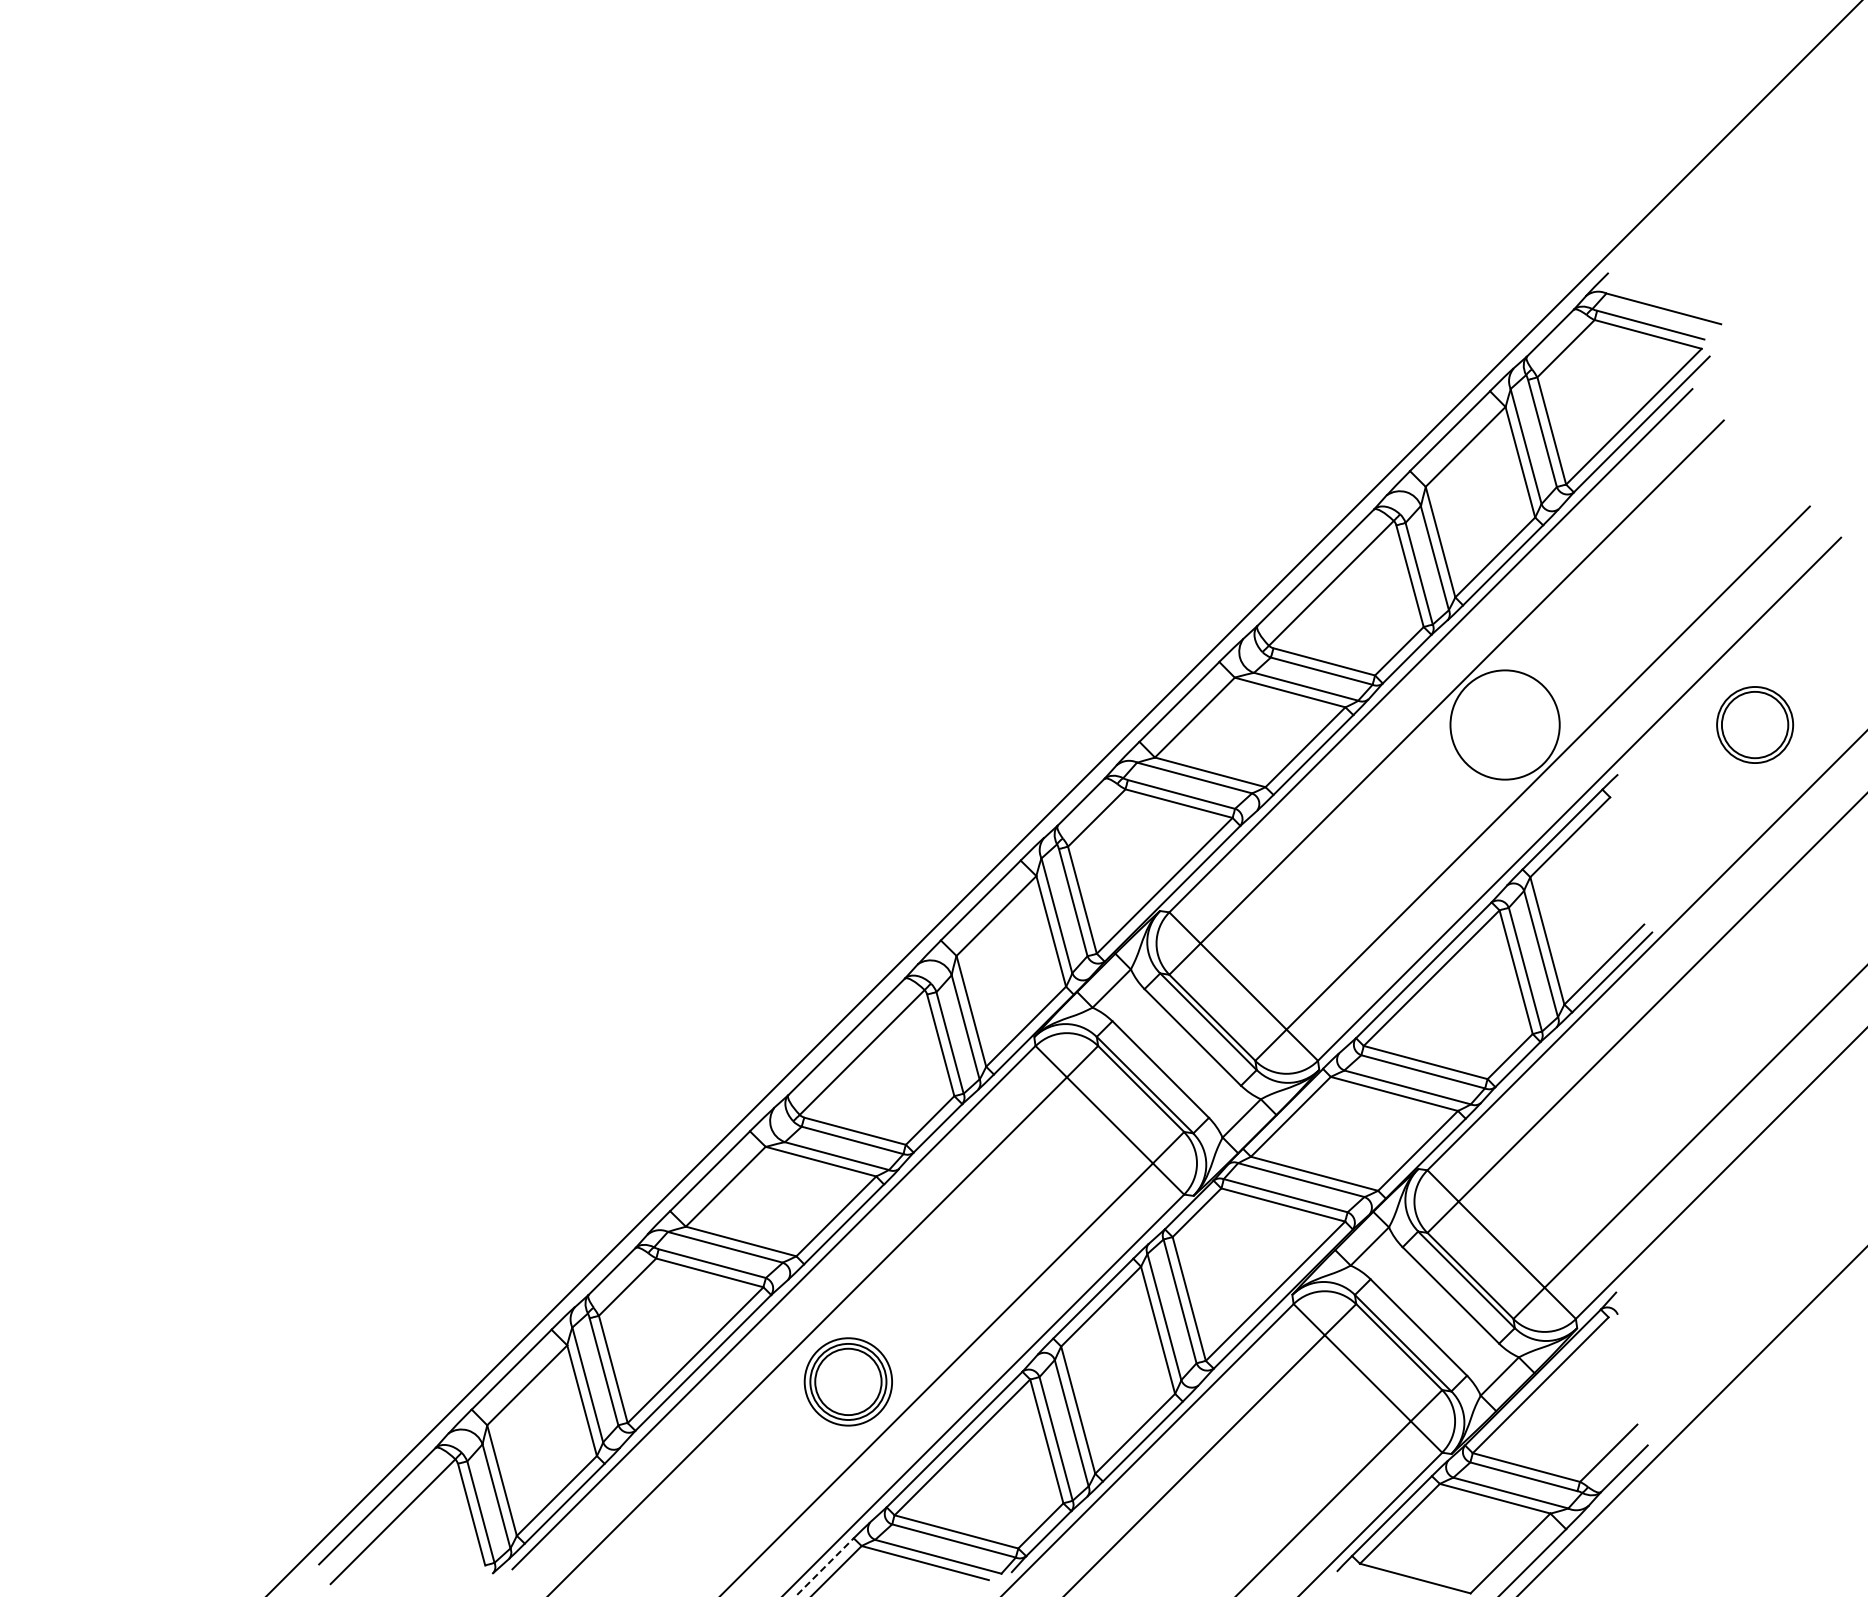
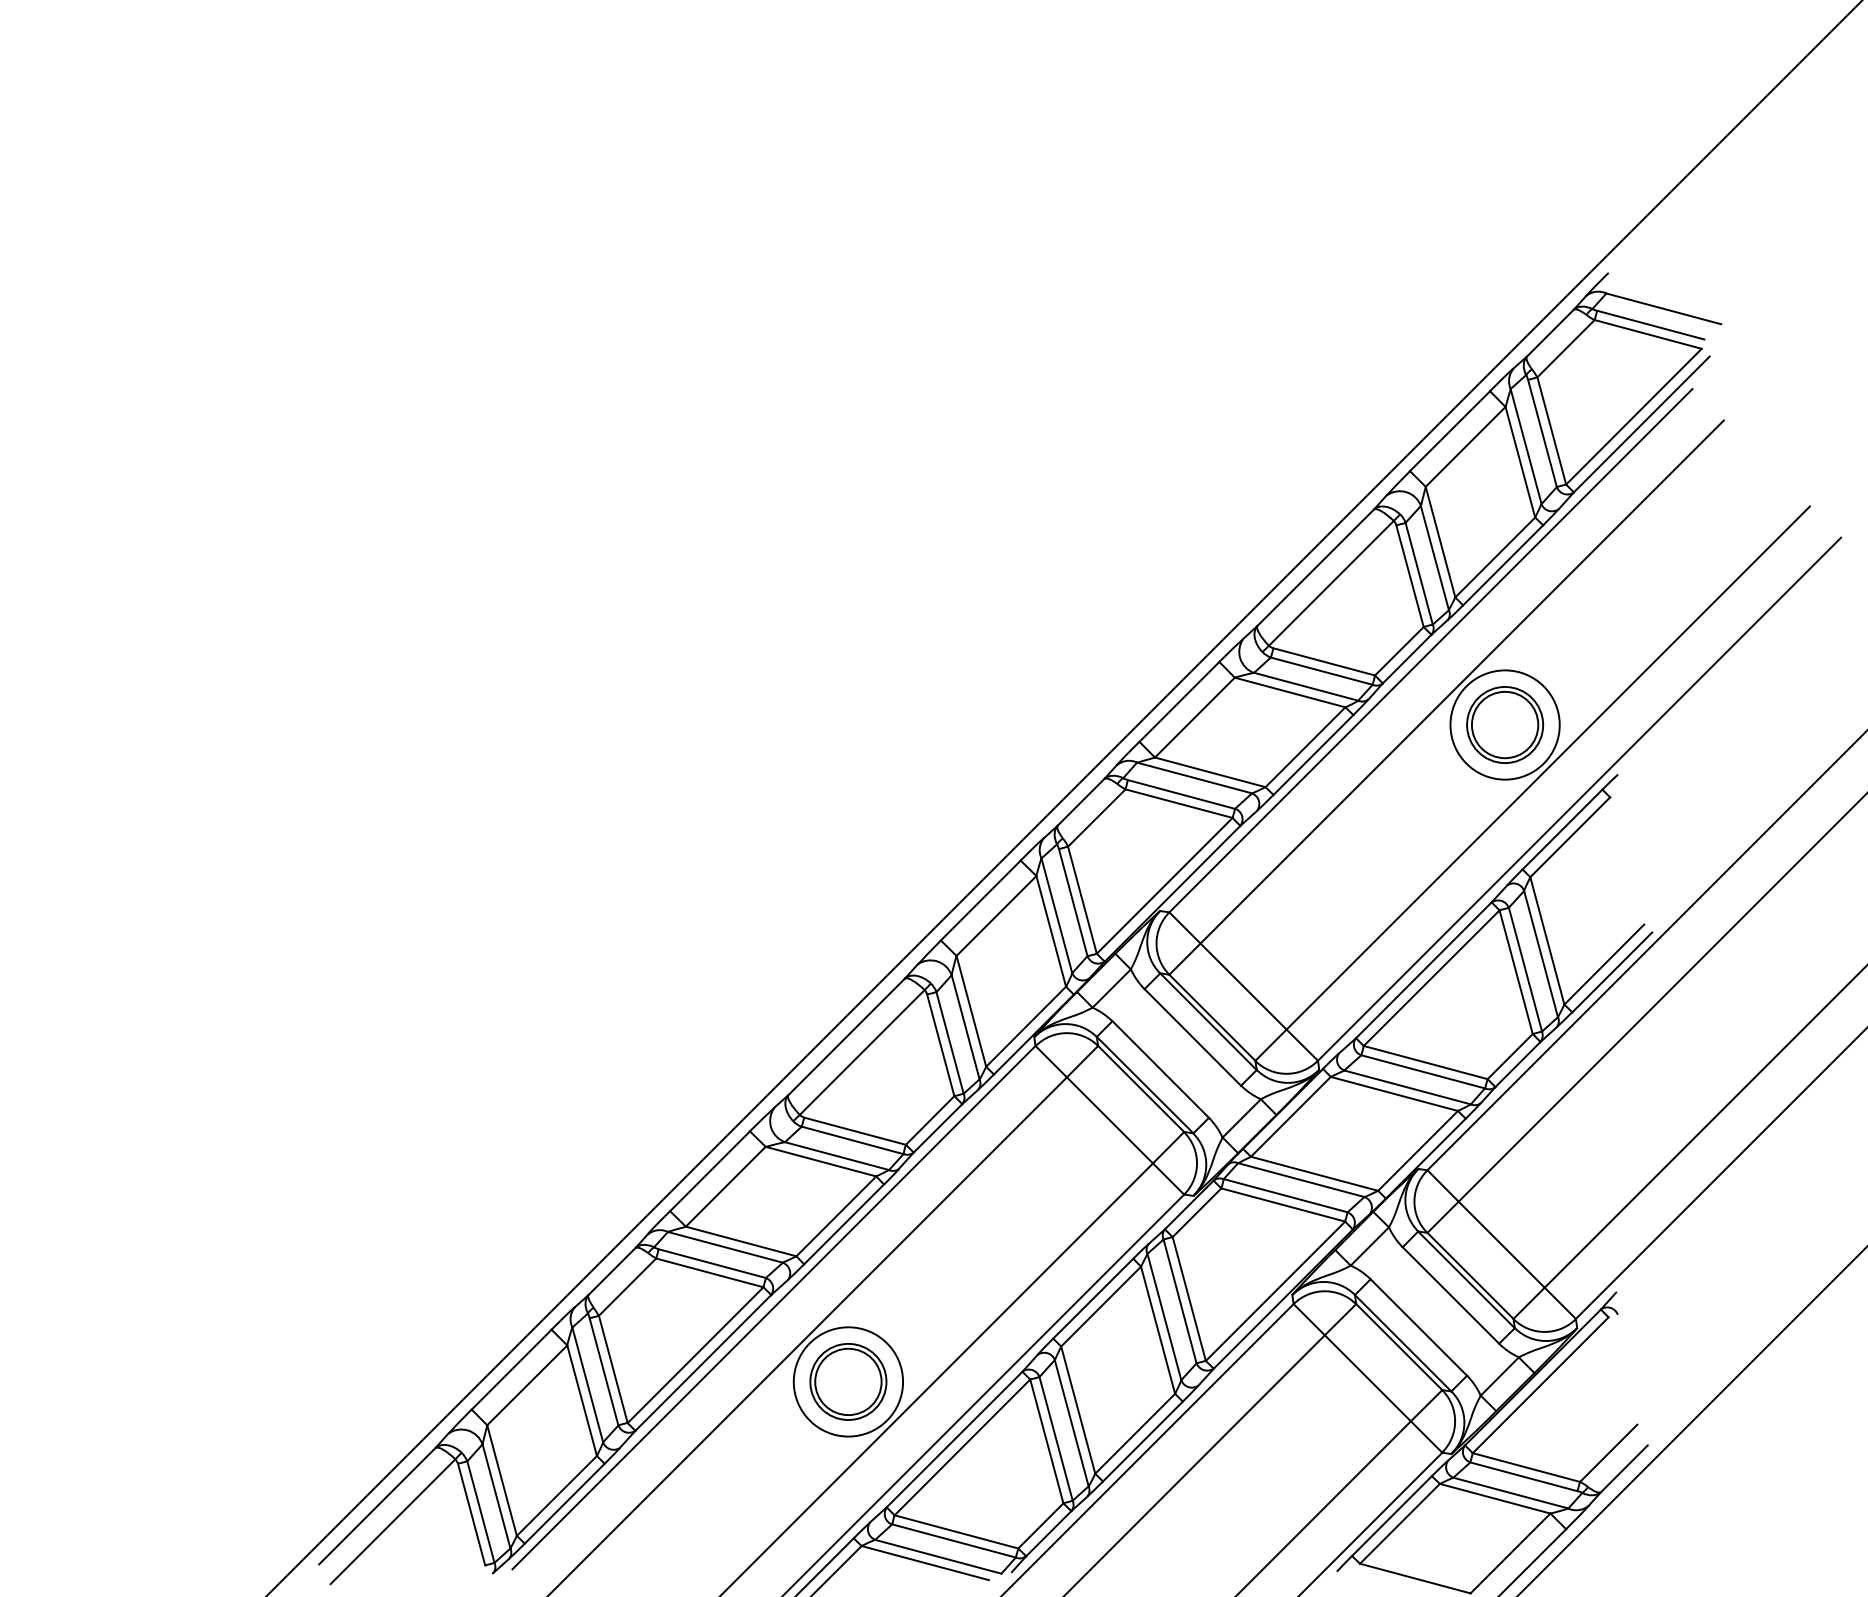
part at (1754, 724) position: (1754, 724) -> (1504, 724)
circle at (848, 1381) diameter: 87 px -> 109 px
line at (824, 1567): dashed -> solid
